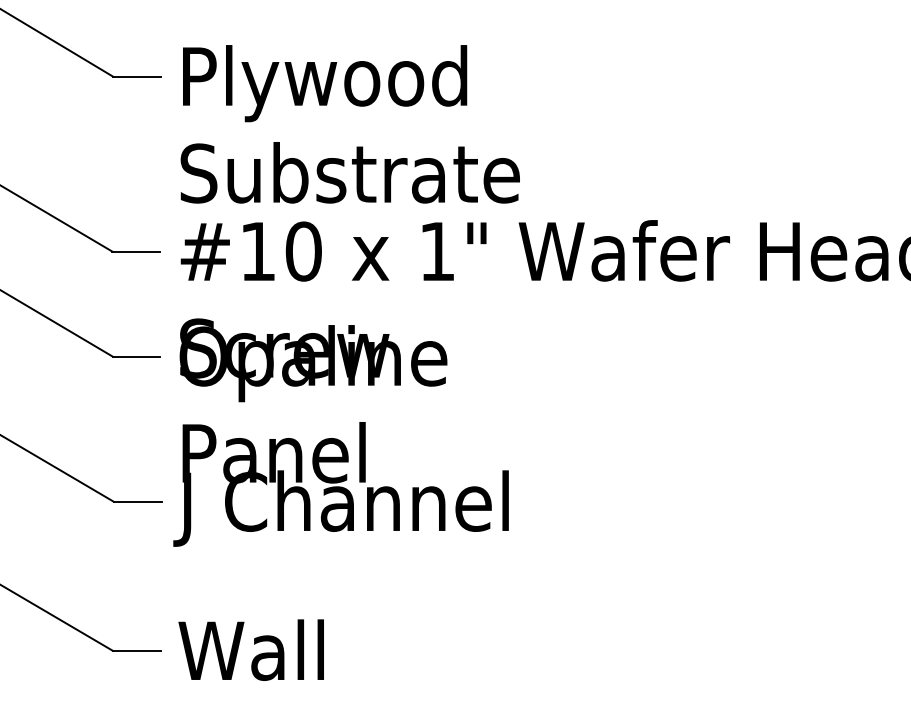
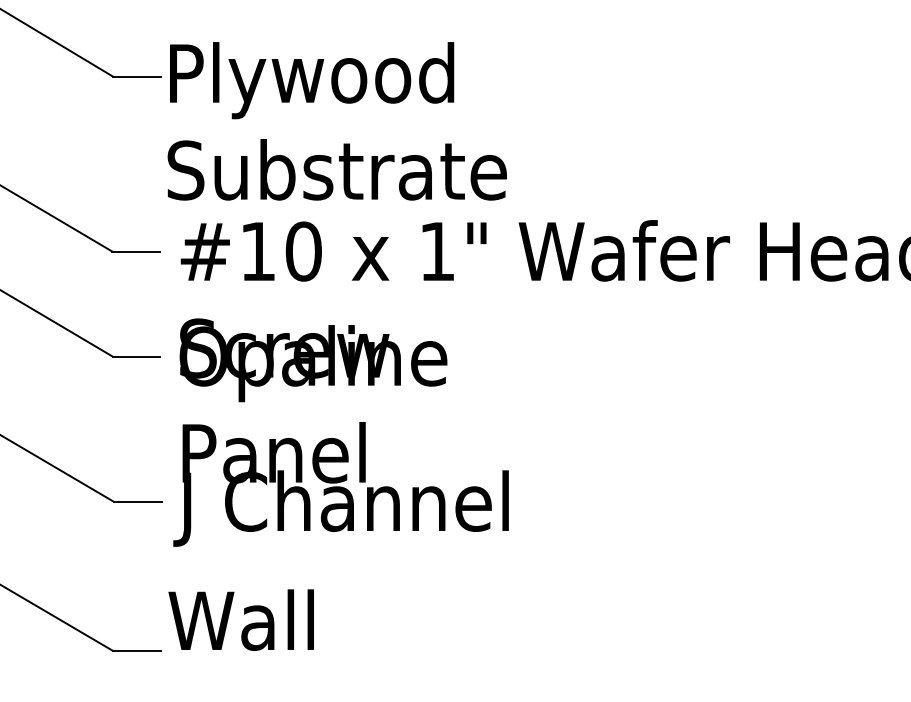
text at (349, 124) position: (349, 124) -> (336, 121)
text at (250, 649) position: (250, 649) -> (240, 619)
